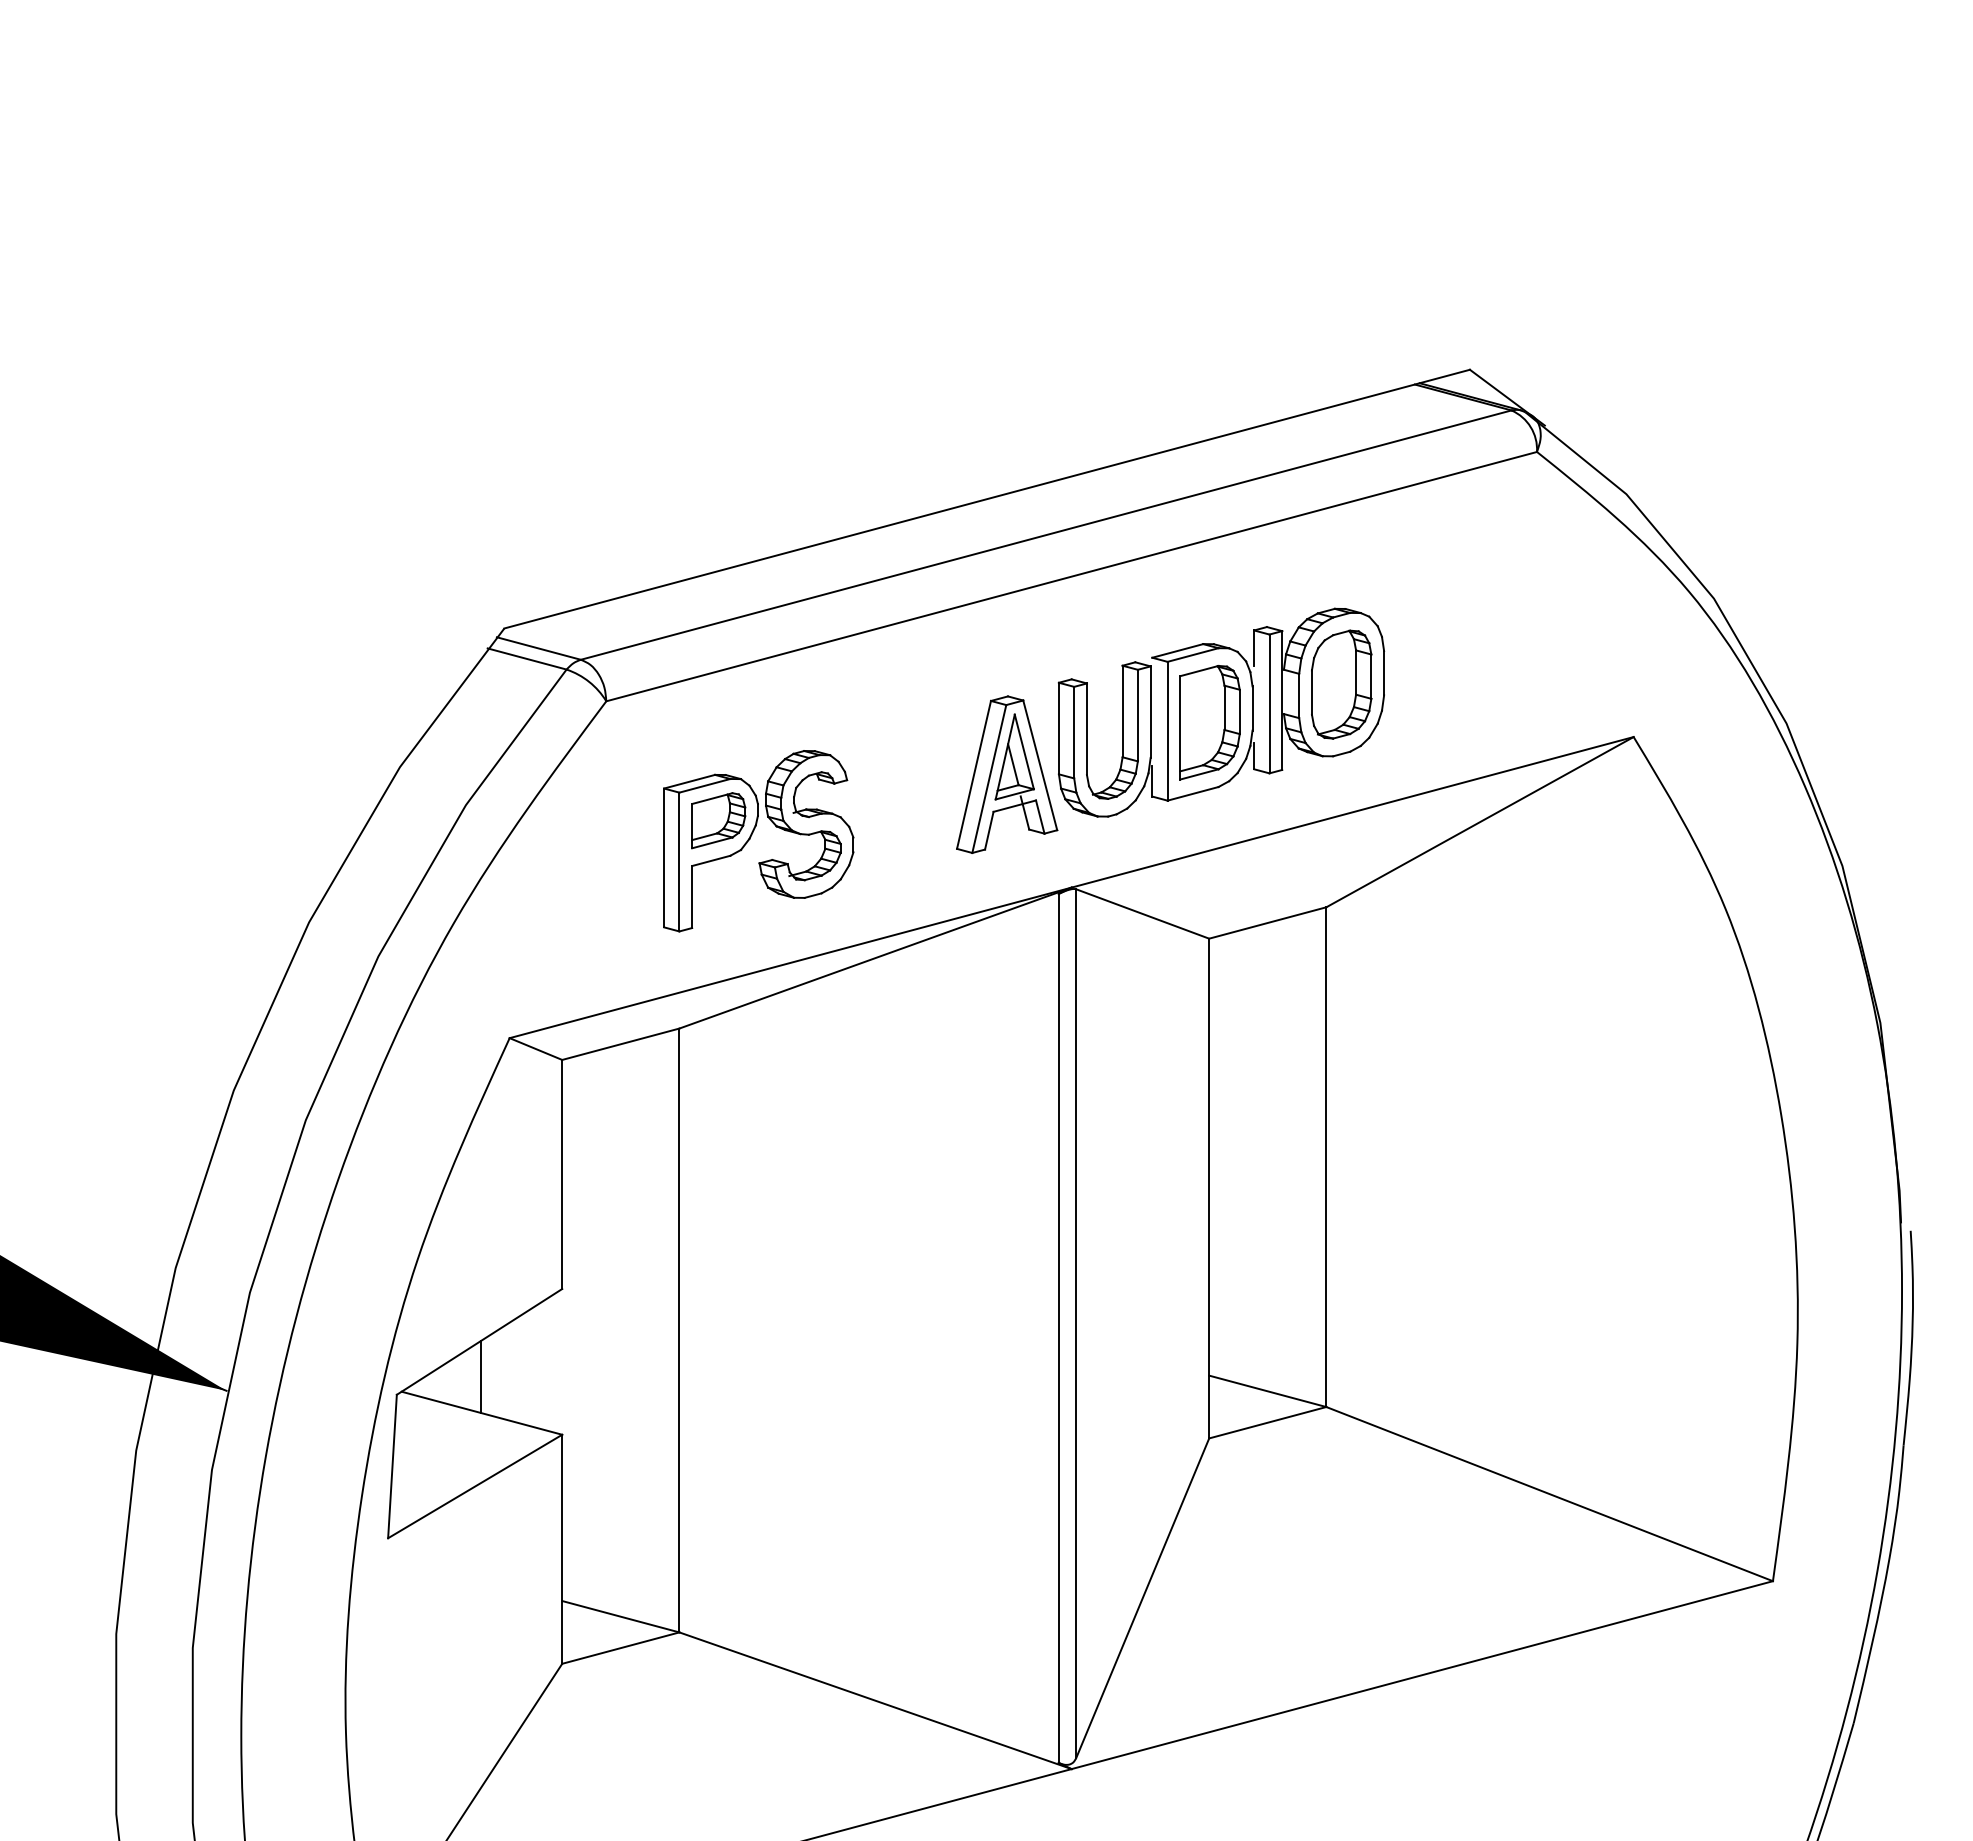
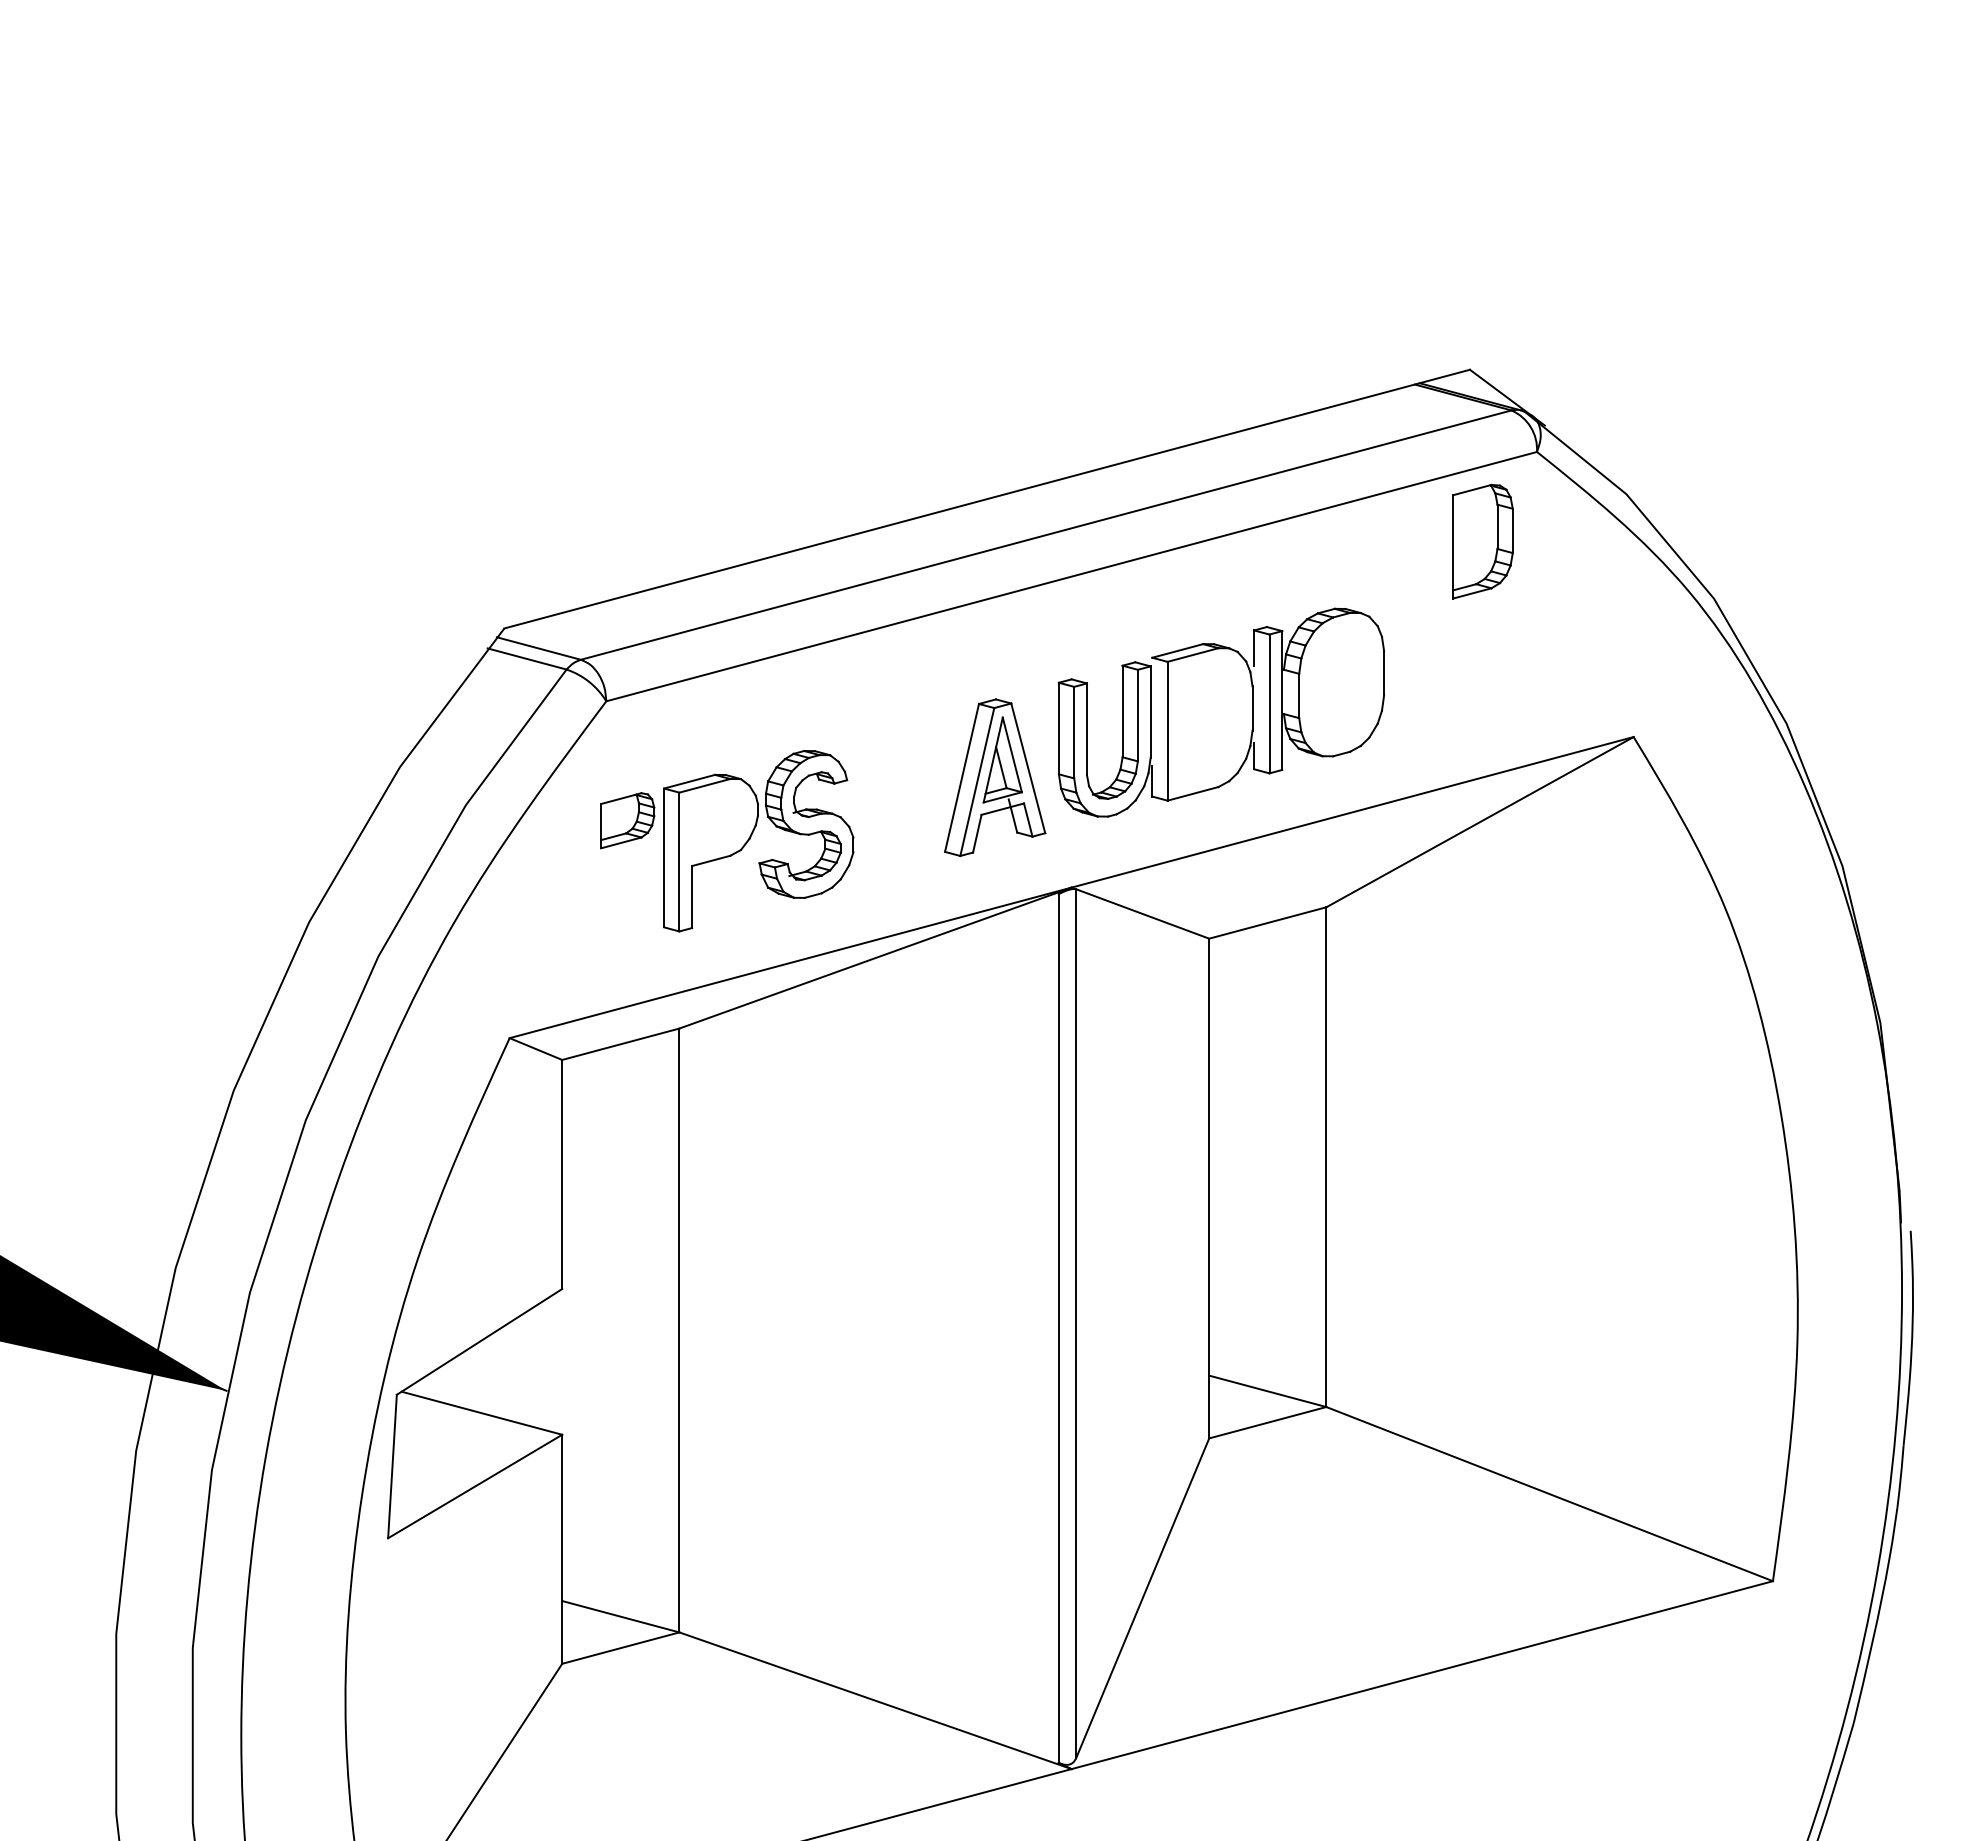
part at (1341, 684): present -> none
part at (1209, 722) position: (1209, 722) -> (1482, 541)
part at (1007, 774) position: (1007, 774) -> (995, 777)
part at (718, 820) position: (718, 820) -> (627, 820)
line at (480, 1376): present -> none
